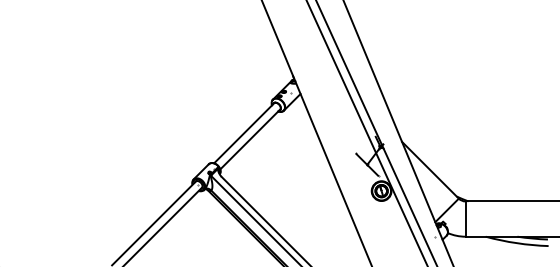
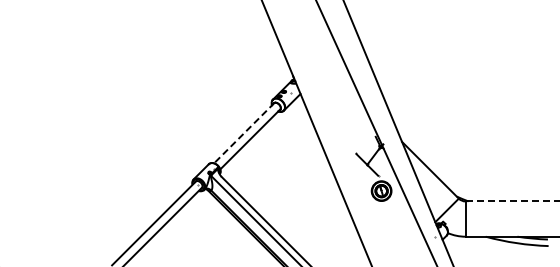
line at (366, 132): present -> none
line at (244, 133): solid -> dashed
line at (512, 201): solid -> dashed
